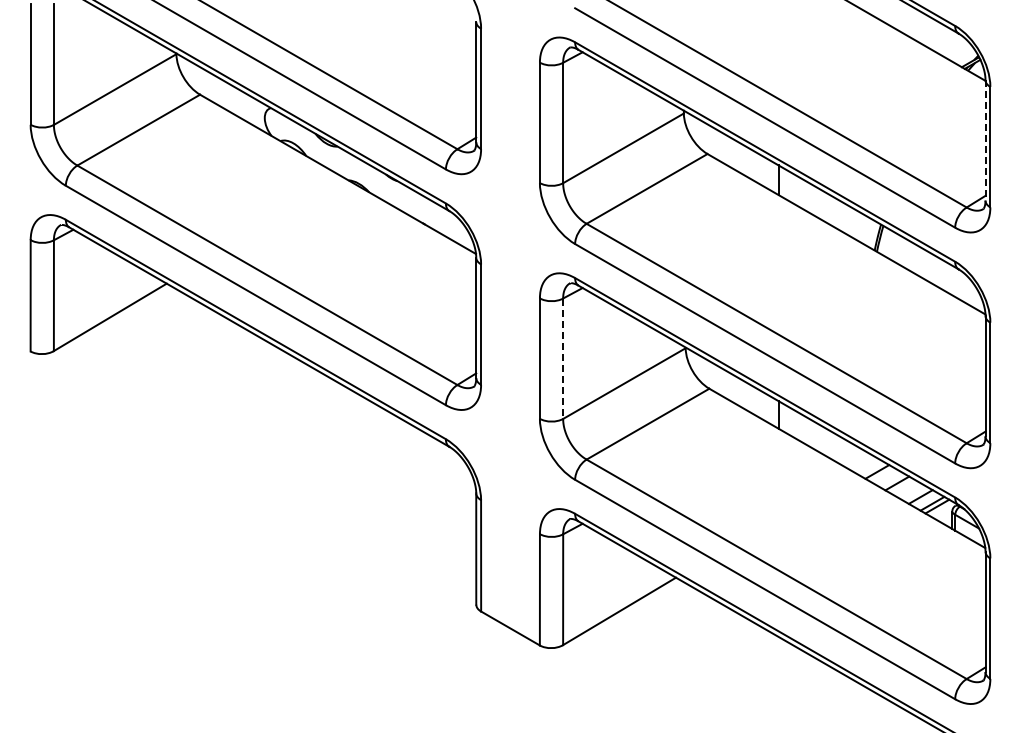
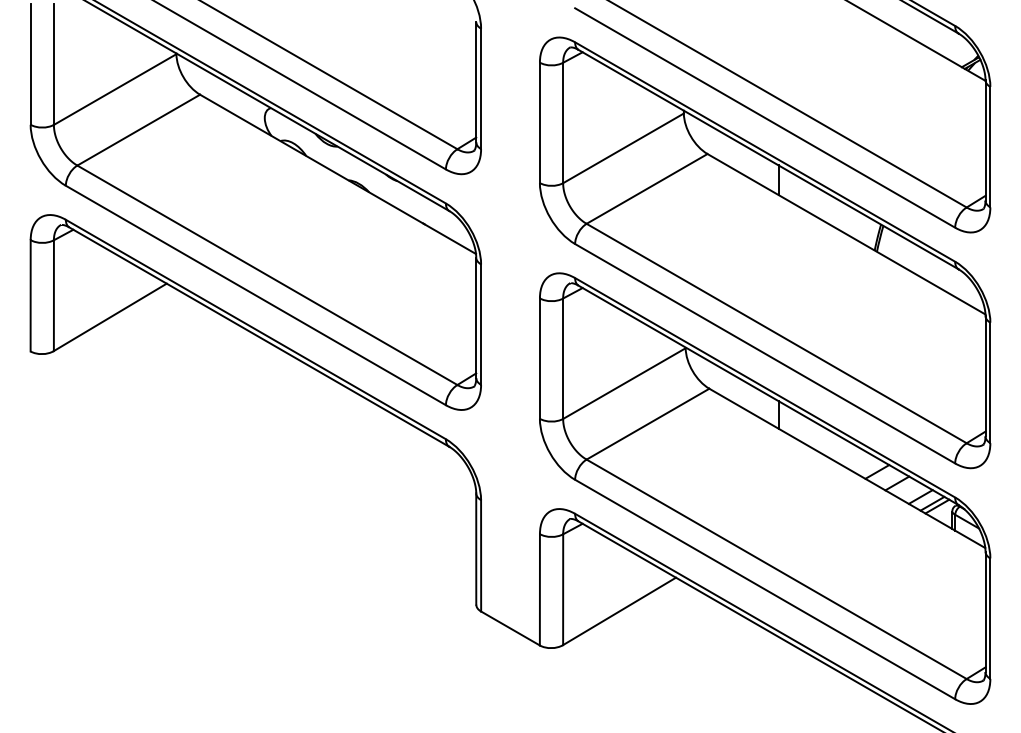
line at (985, 140): dashed -> solid
line at (563, 359): dashed -> solid
